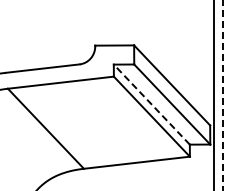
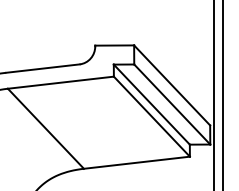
line at (223, 95): dashed -> solid
line at (151, 104): dashed -> solid
